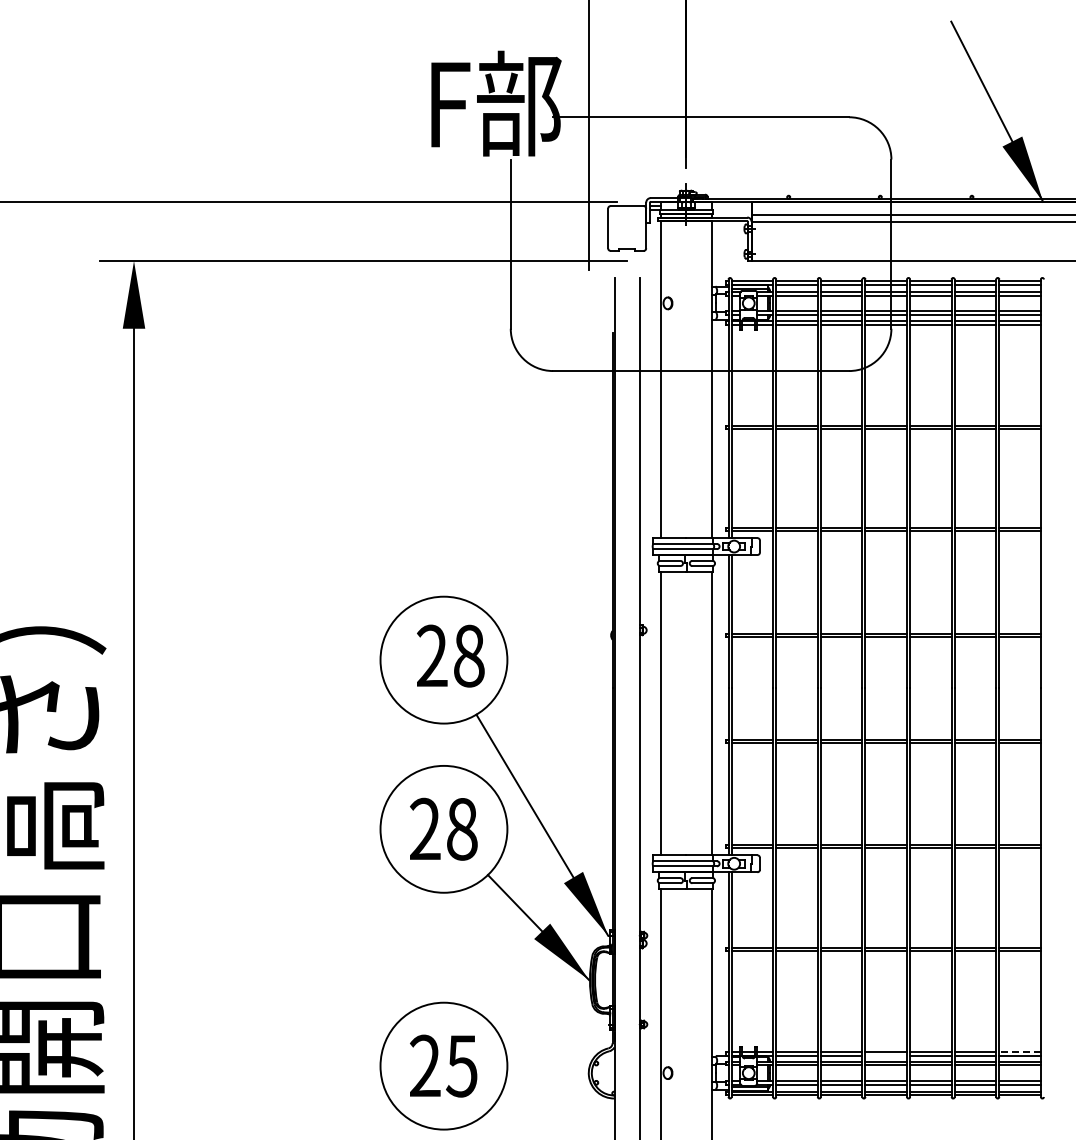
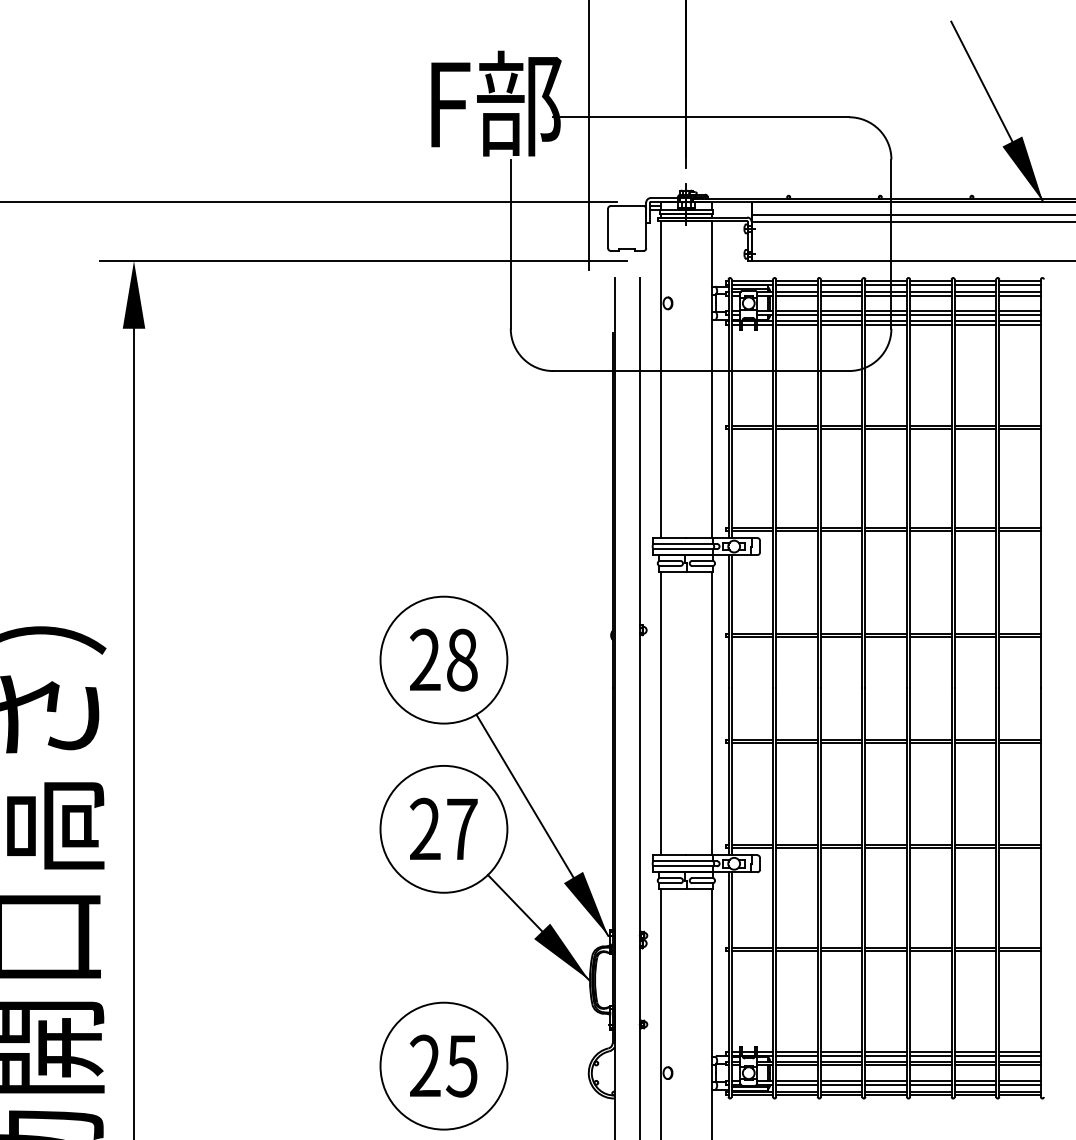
text at (450, 655) position: (450, 655) -> (443, 659)
text at (462, 829): 28 -> 27
line at (1020, 1051): dashed -> solid
line at (886, 1055): none -> present
